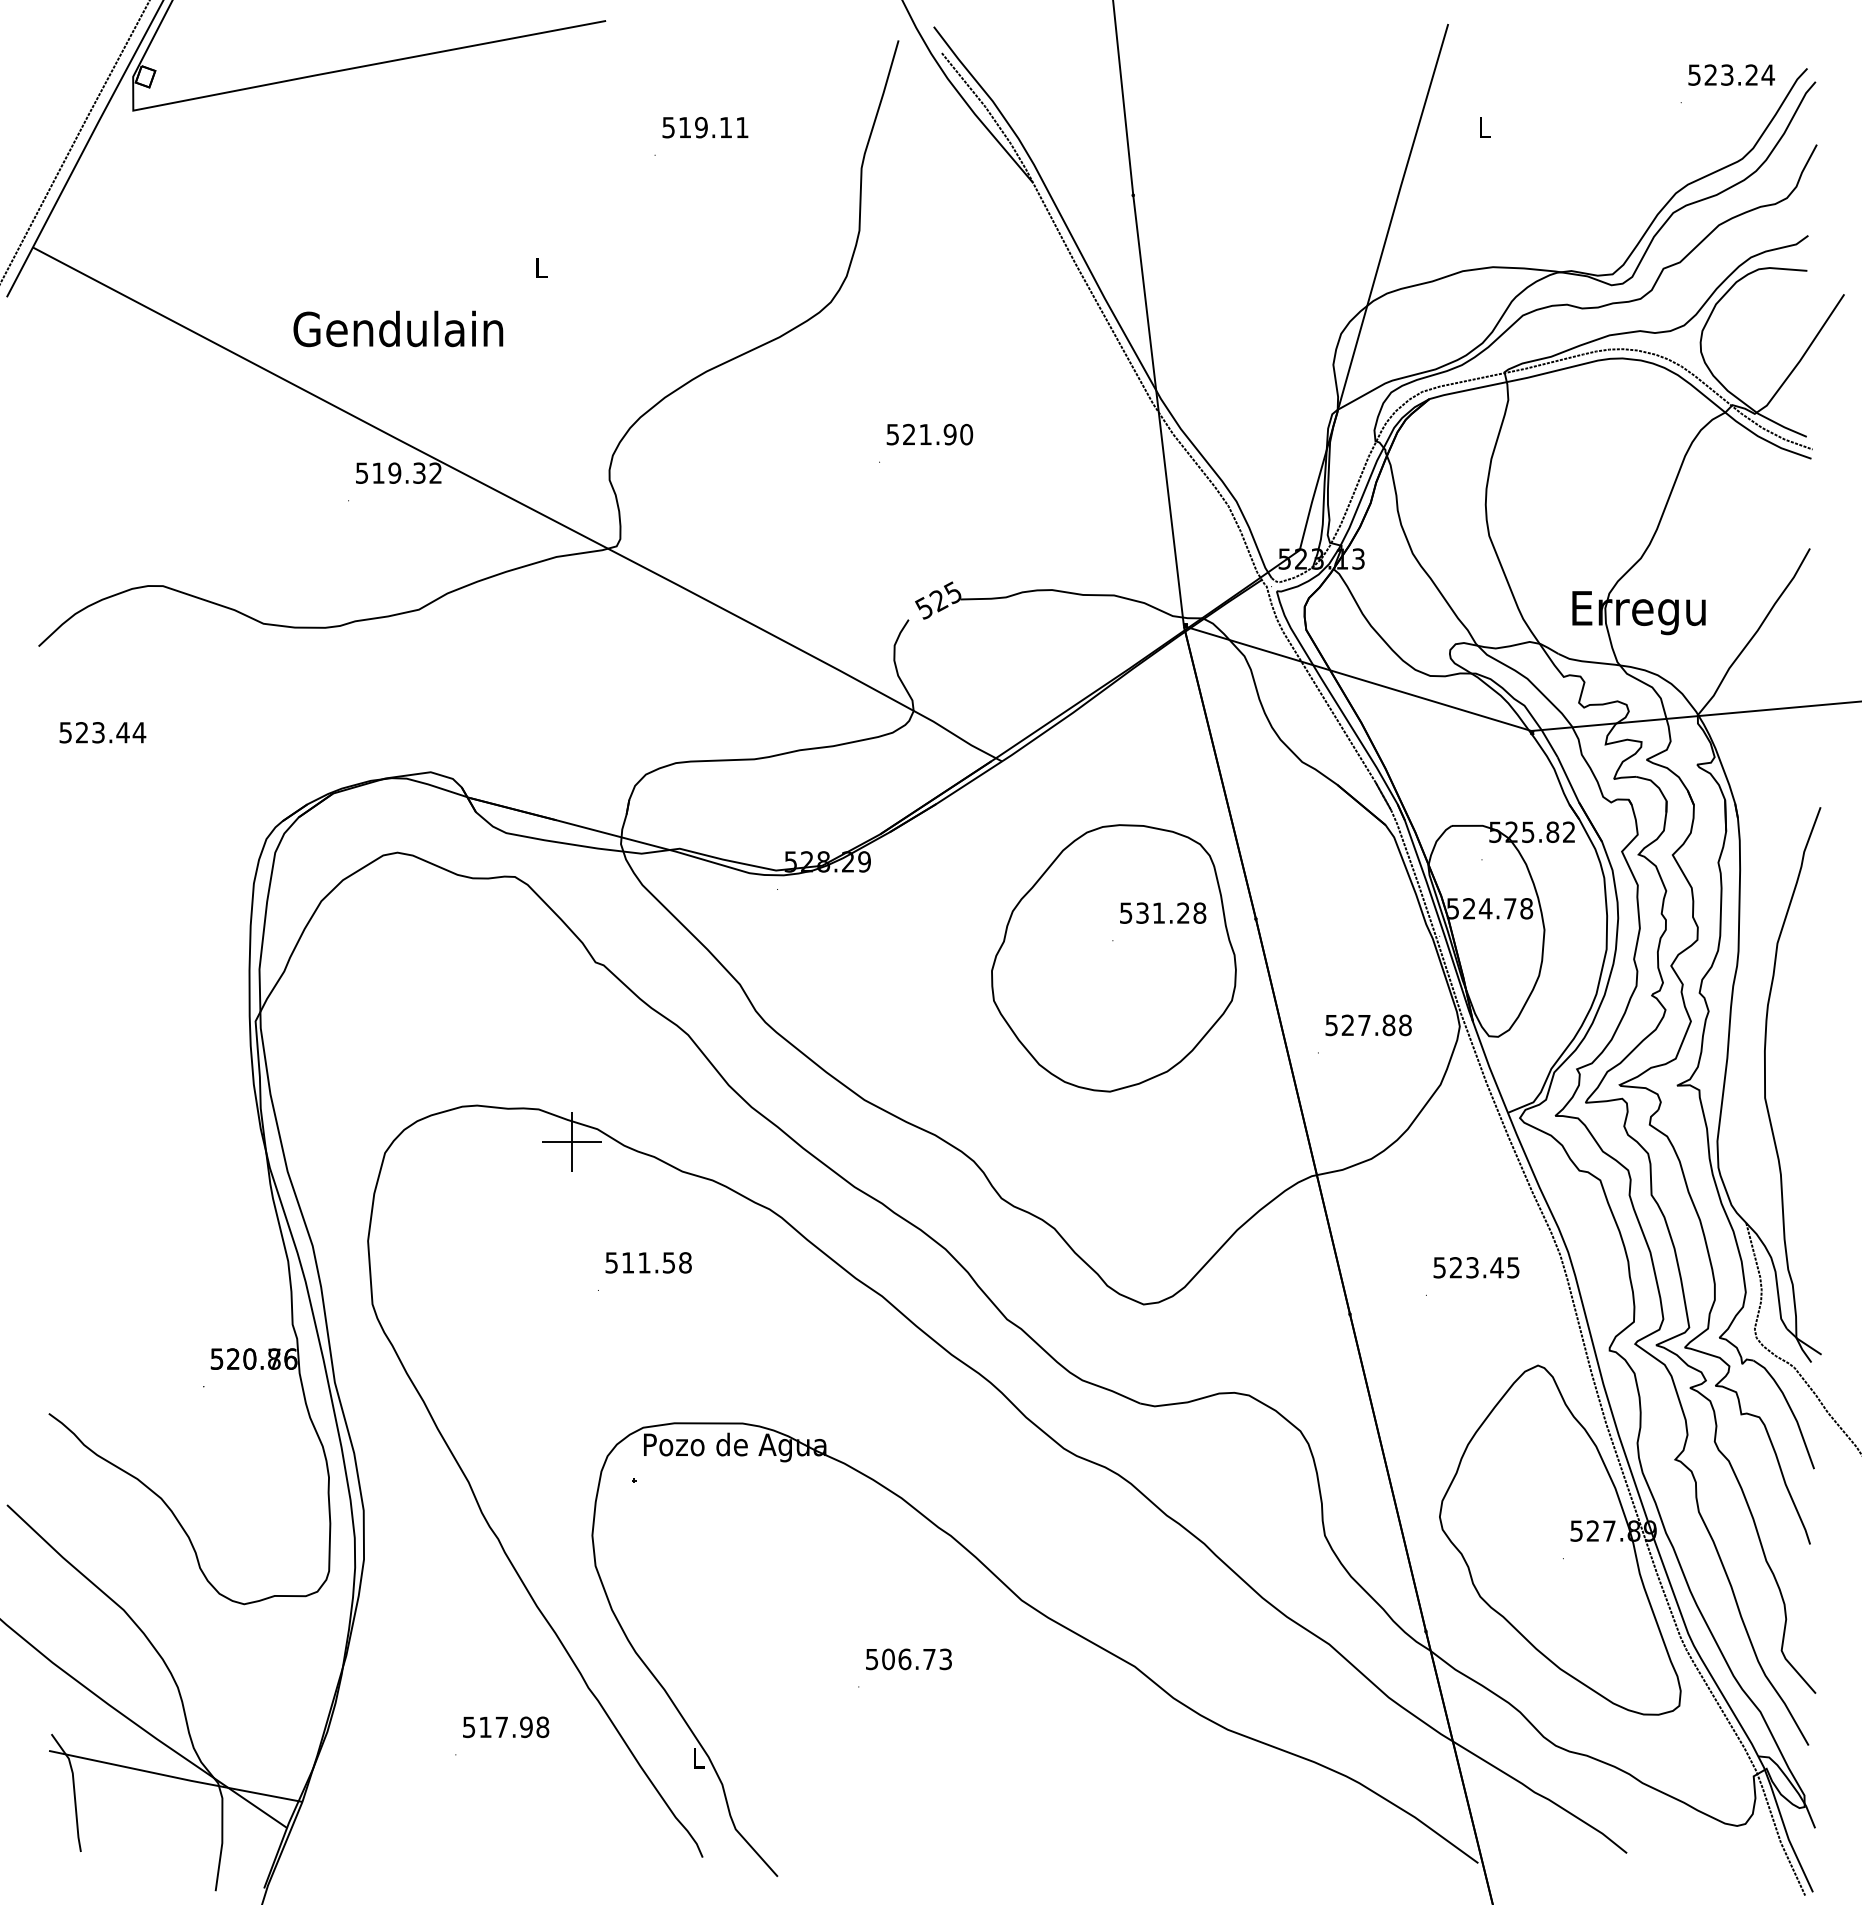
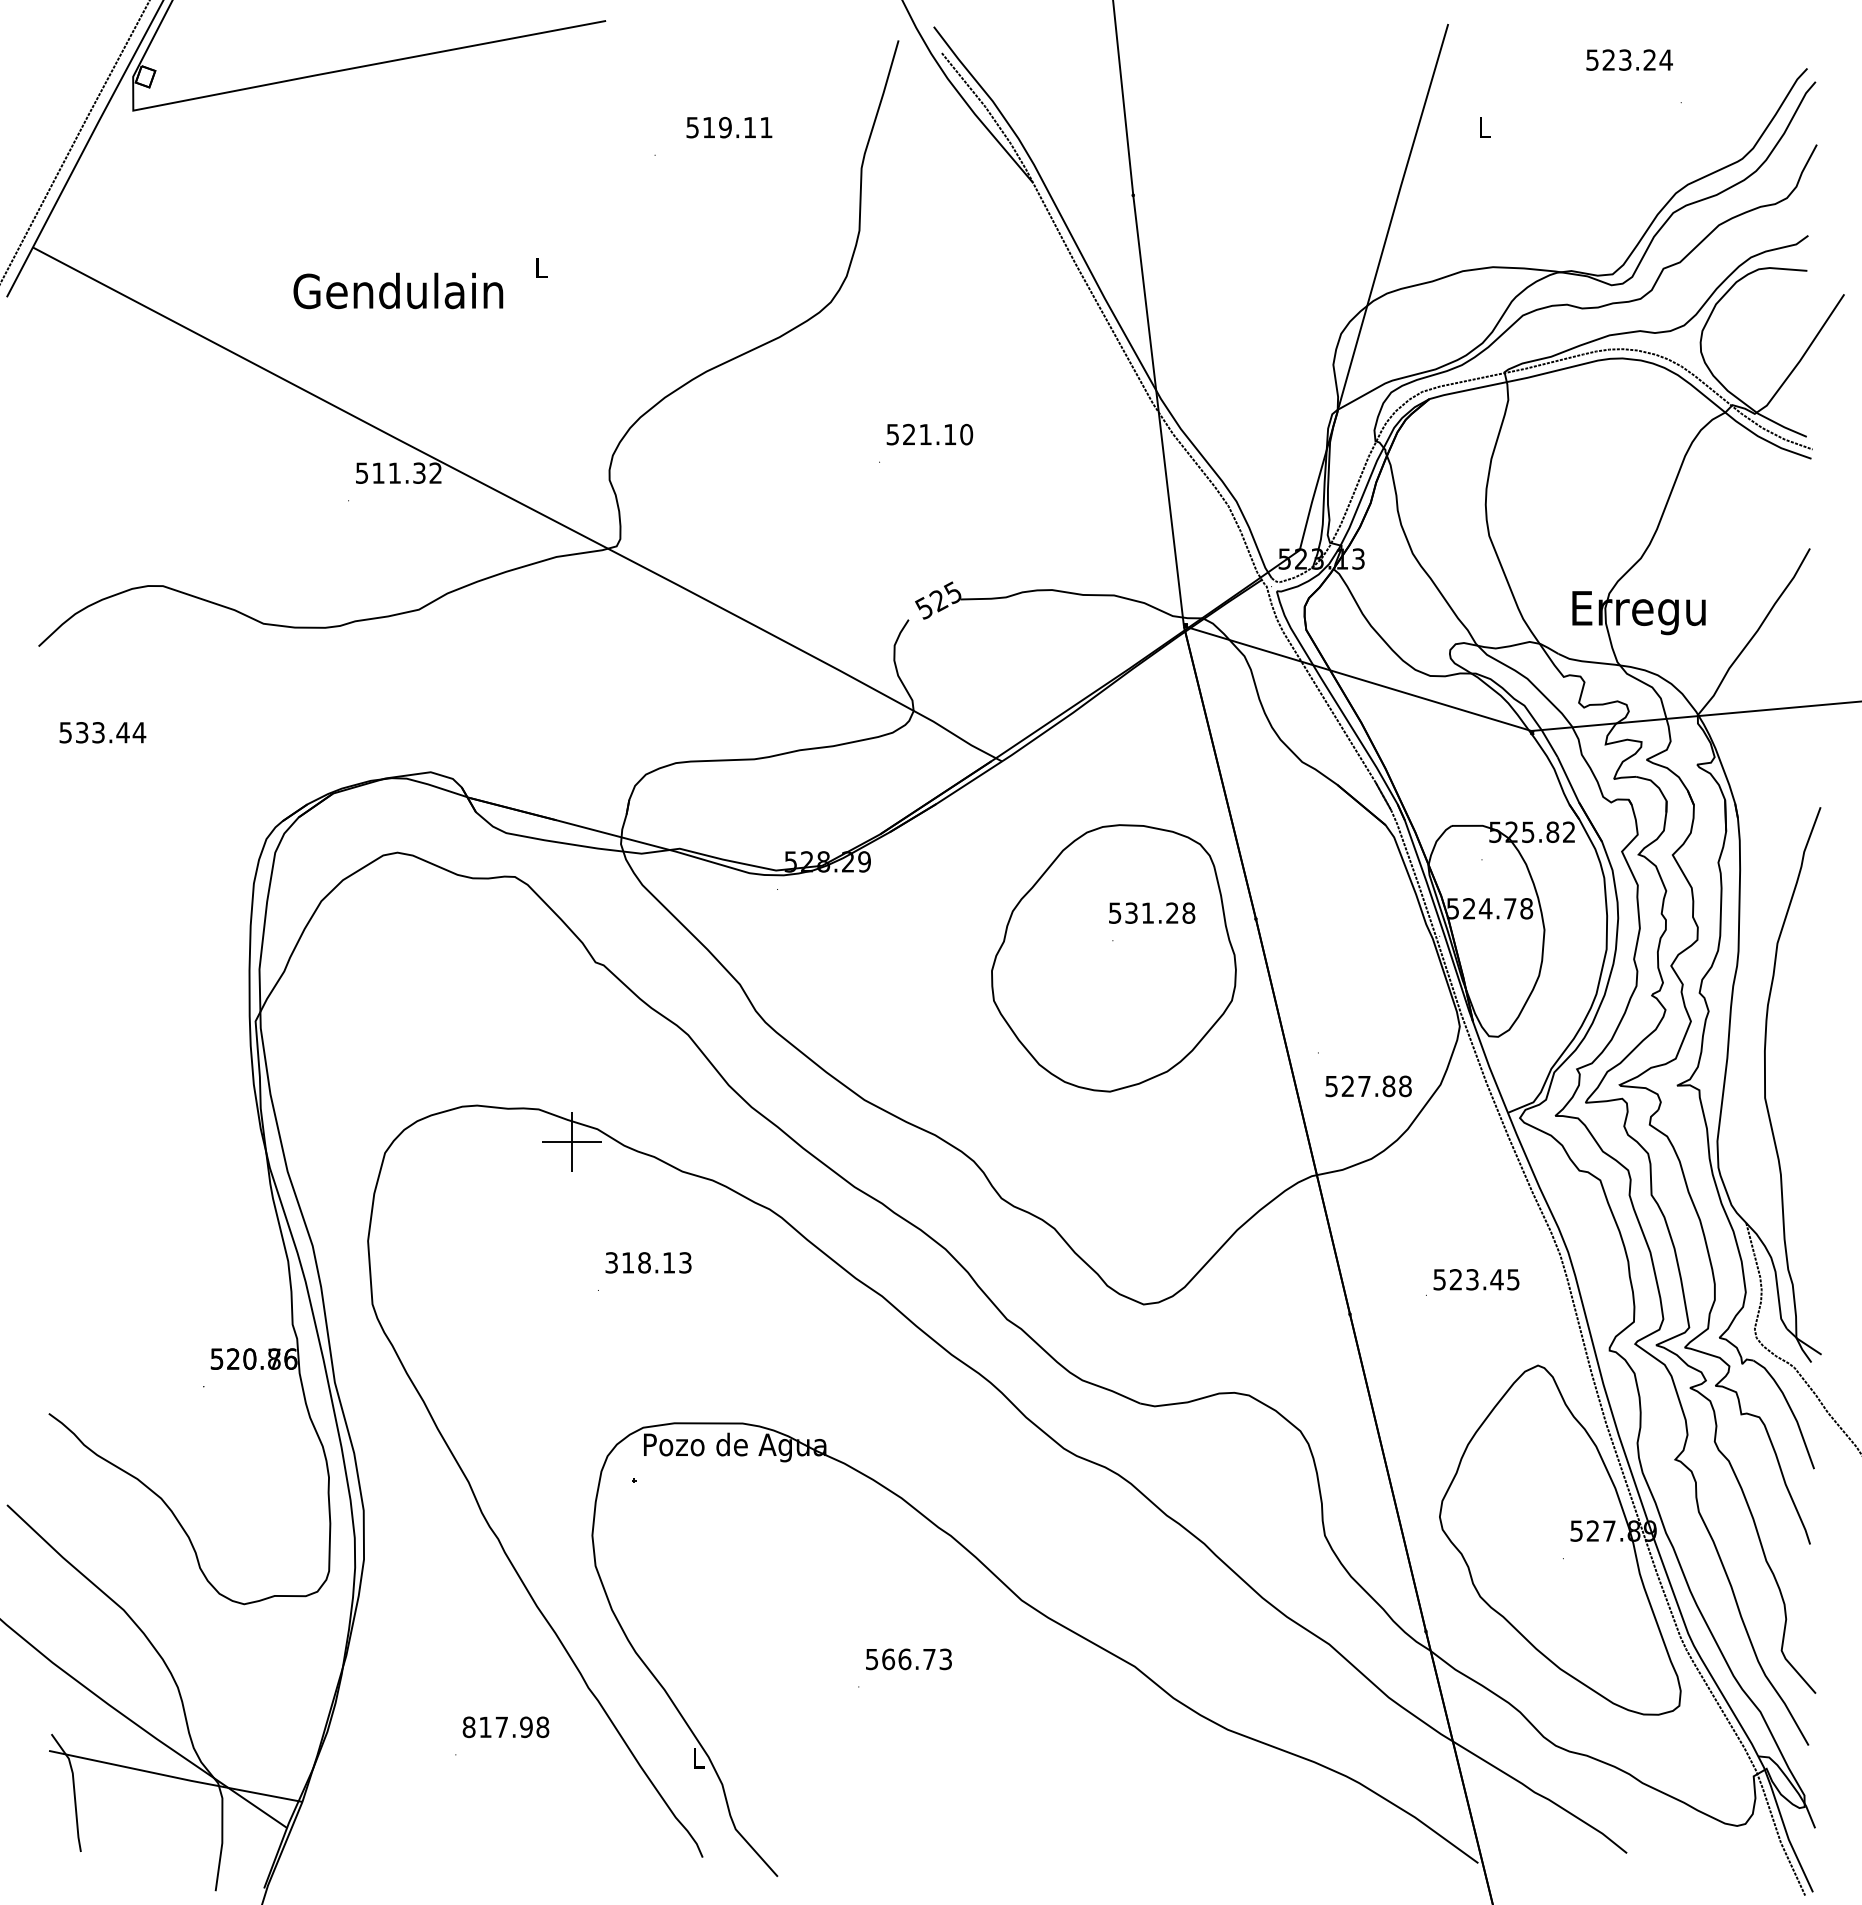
text at (1731, 74) position: (1731, 74) -> (1629, 59)
text at (705, 127) position: (705, 127) -> (729, 127)
text at (398, 328) position: (398, 328) -> (398, 290)
text at (949, 434): 521.90 -> 521.10
text at (394, 472): 519.32 -> 511.32
text at (82, 732): 523.44 -> 533.44
text at (1163, 912) position: (1163, 912) -> (1152, 912)
text at (1368, 1025) position: (1368, 1025) -> (1368, 1086)
text at (648, 1262): 511.58 -> 318.13
text at (1476, 1267) position: (1476, 1267) -> (1476, 1279)
text at (888, 1658): 506.73 -> 566.73
text at (468, 1727): 517.98 -> 817.98
